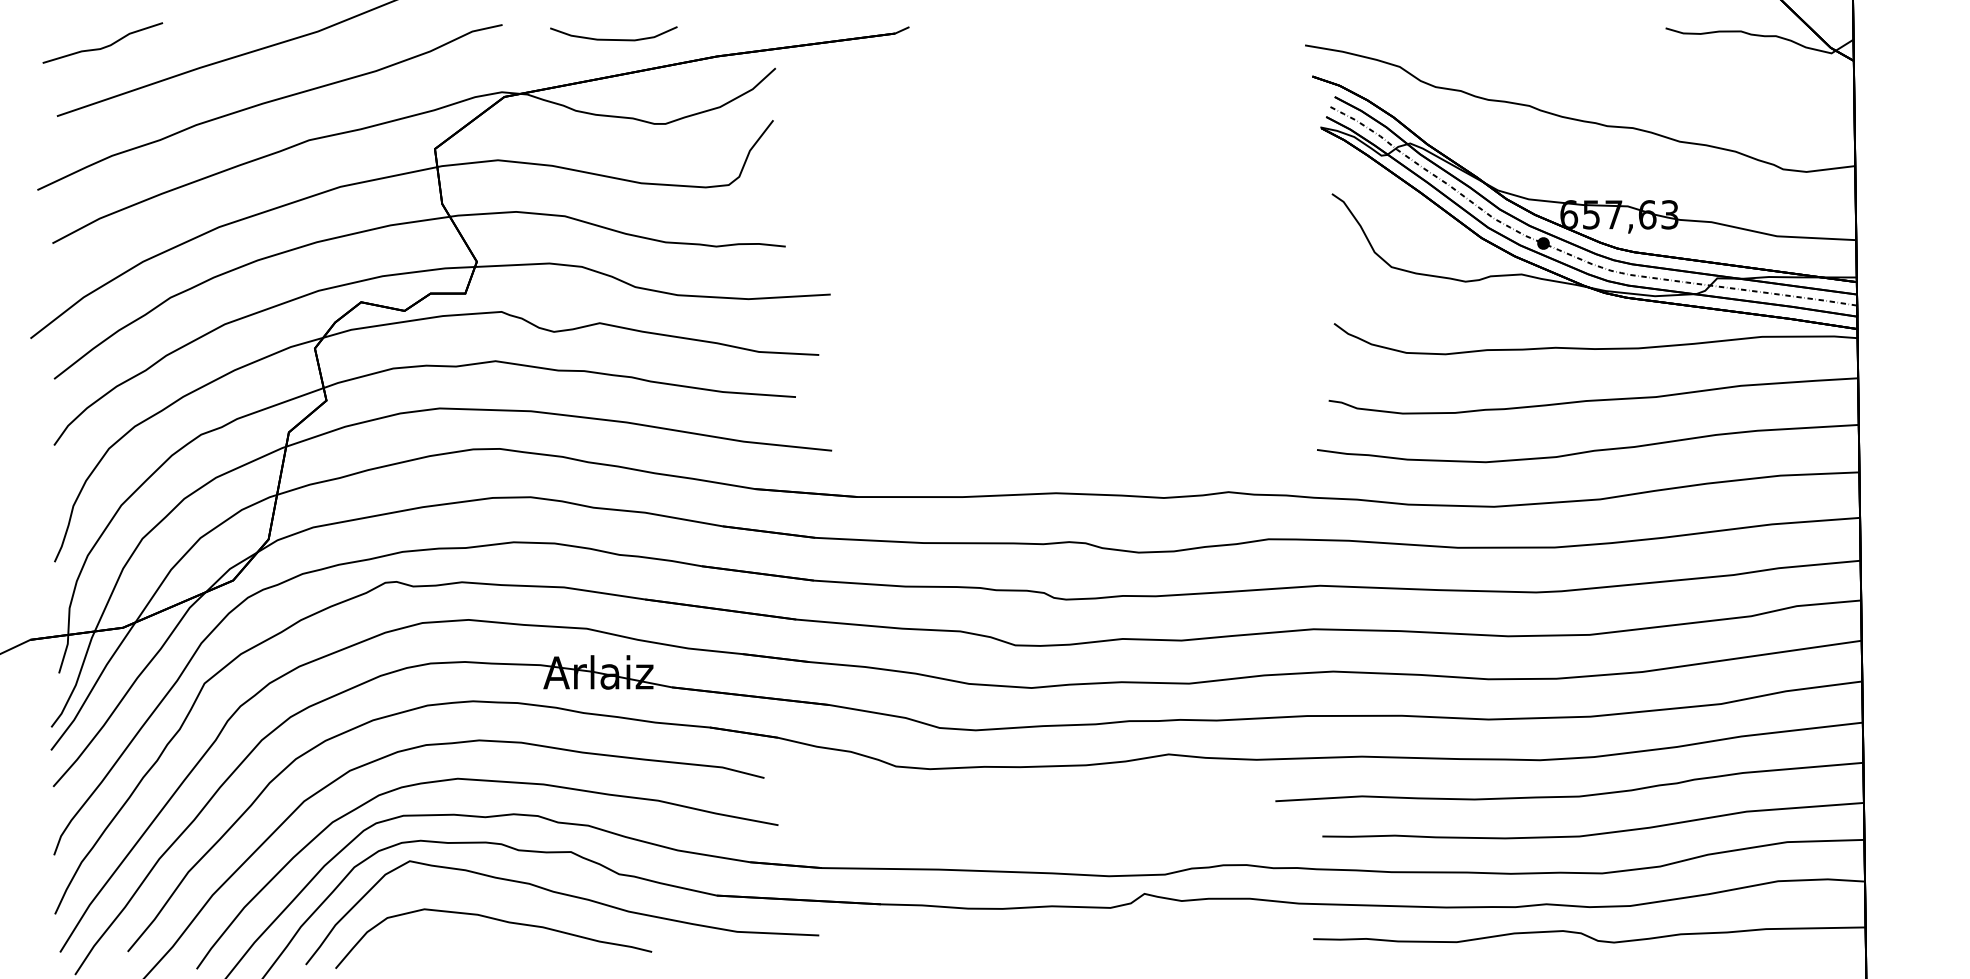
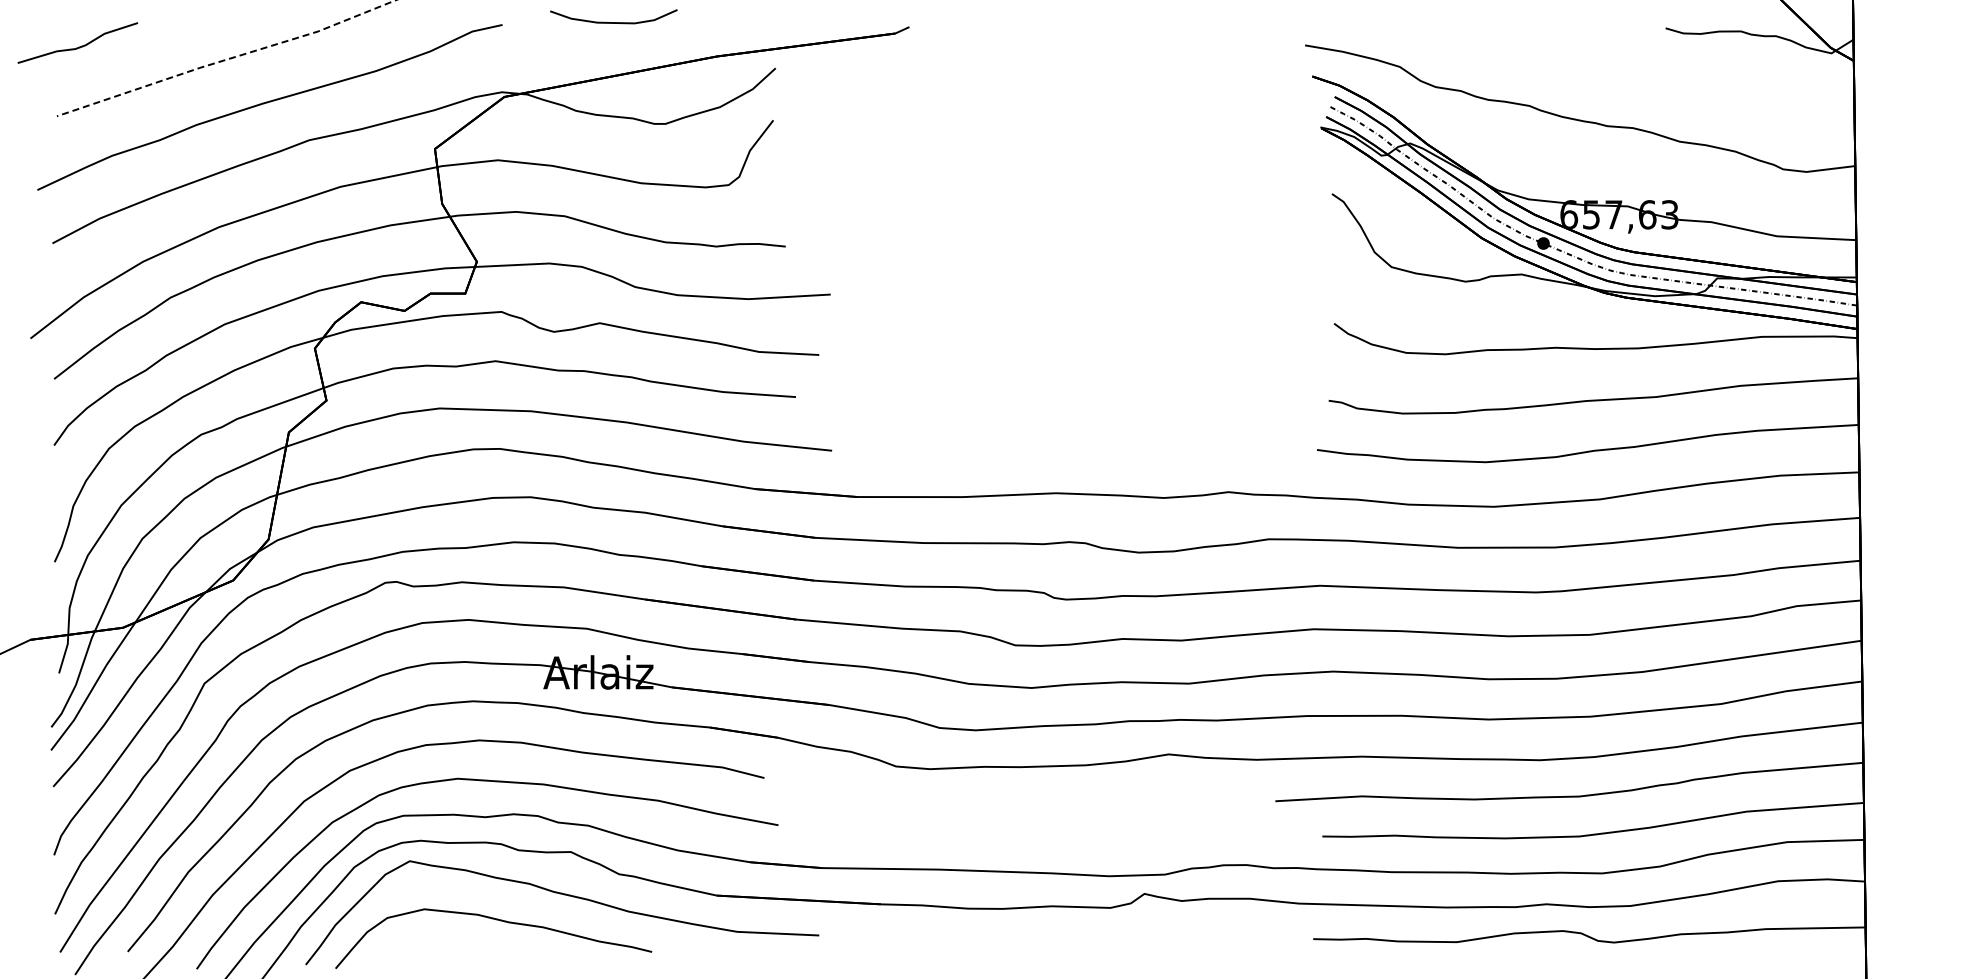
curve at (613, 39) position: (613, 39) -> (613, 22)
curve at (104, 46) position: (104, 46) -> (79, 46)
line at (226, 59): solid -> dashed
